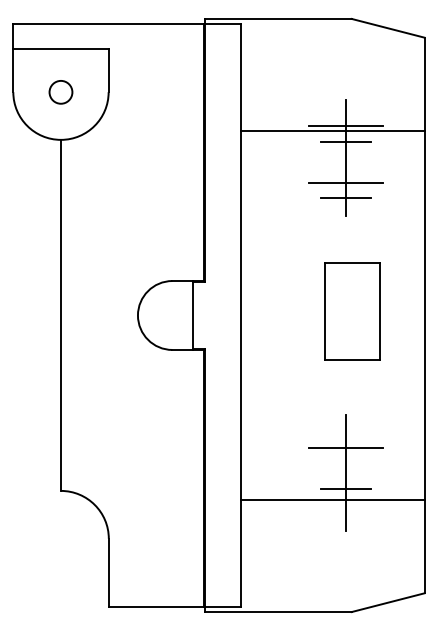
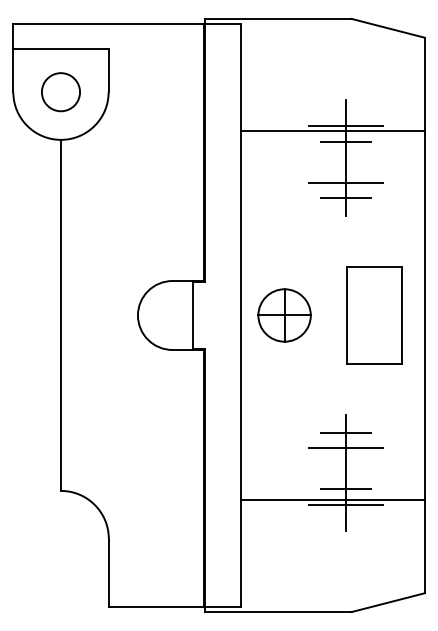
circle at (60, 92) size: 26x25 px -> 40x41 px
part at (352, 311) position: (352, 311) -> (374, 315)
part at (284, 315): none -> present
line at (345, 432): none -> present
line at (345, 504): none -> present
